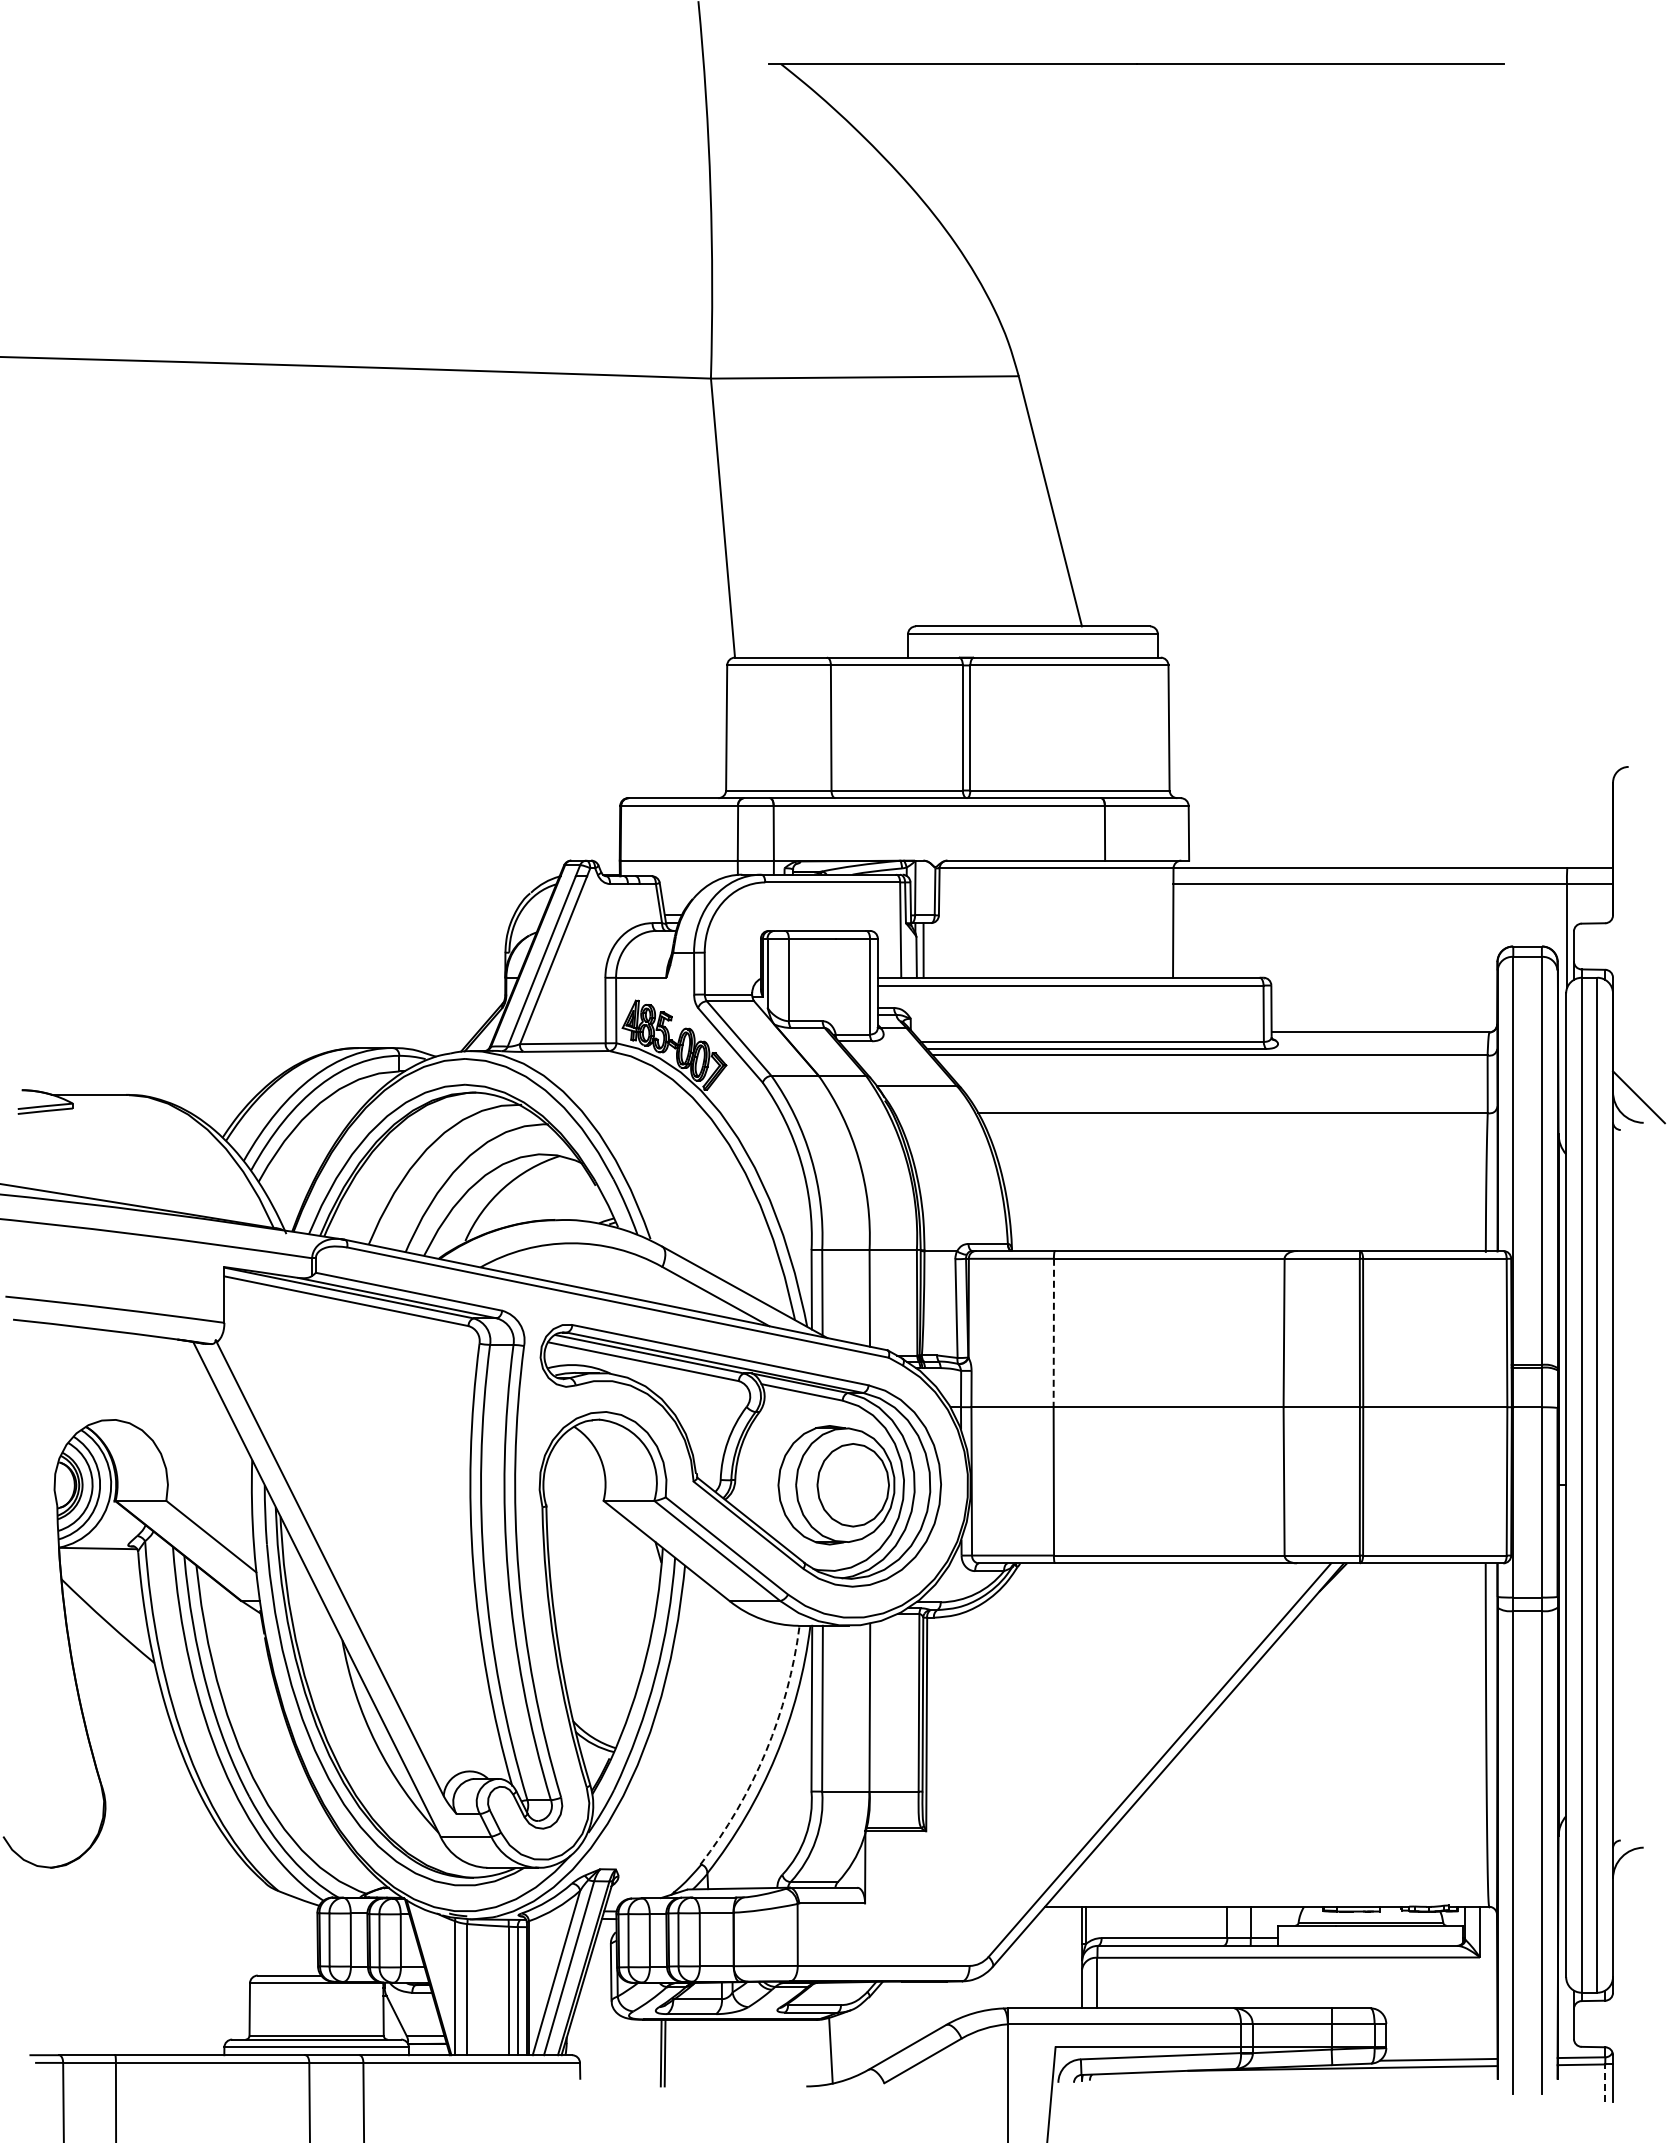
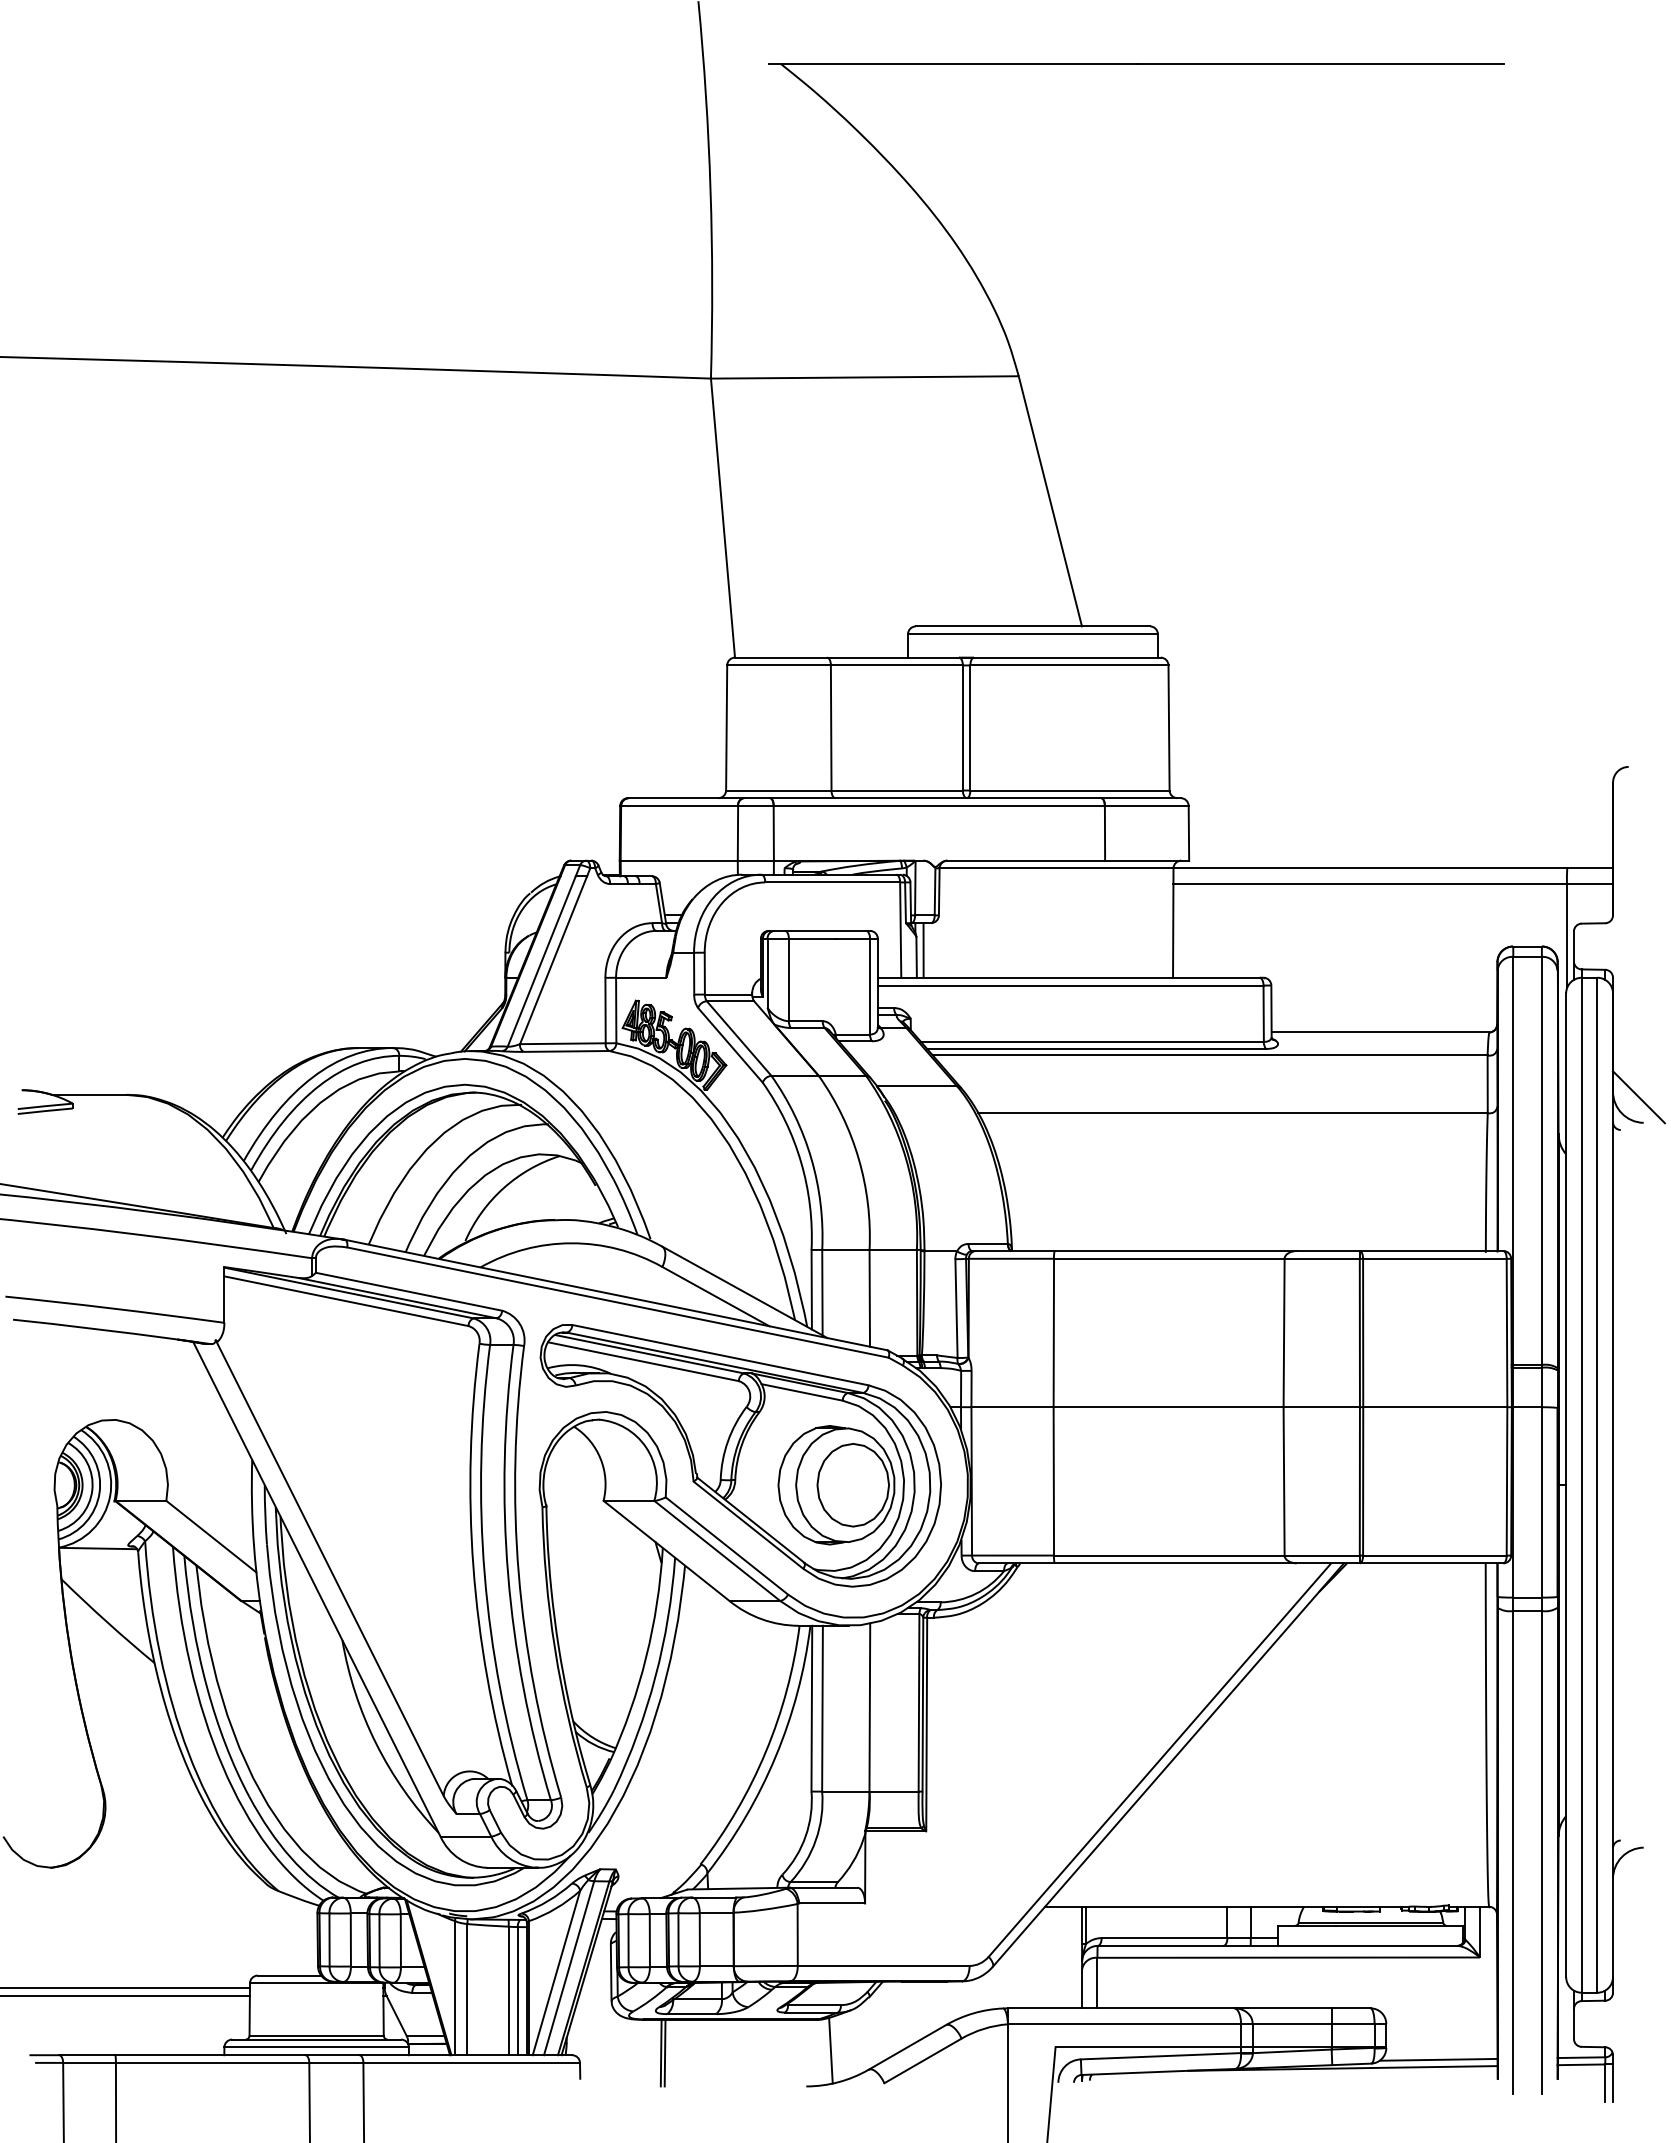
line at (1053, 1333): dashed -> solid
arc at (765, 1751): dashed -> solid
line at (125, 1987): none -> present
line at (125, 1995): none -> present
line at (1605, 2083): dashed -> solid
